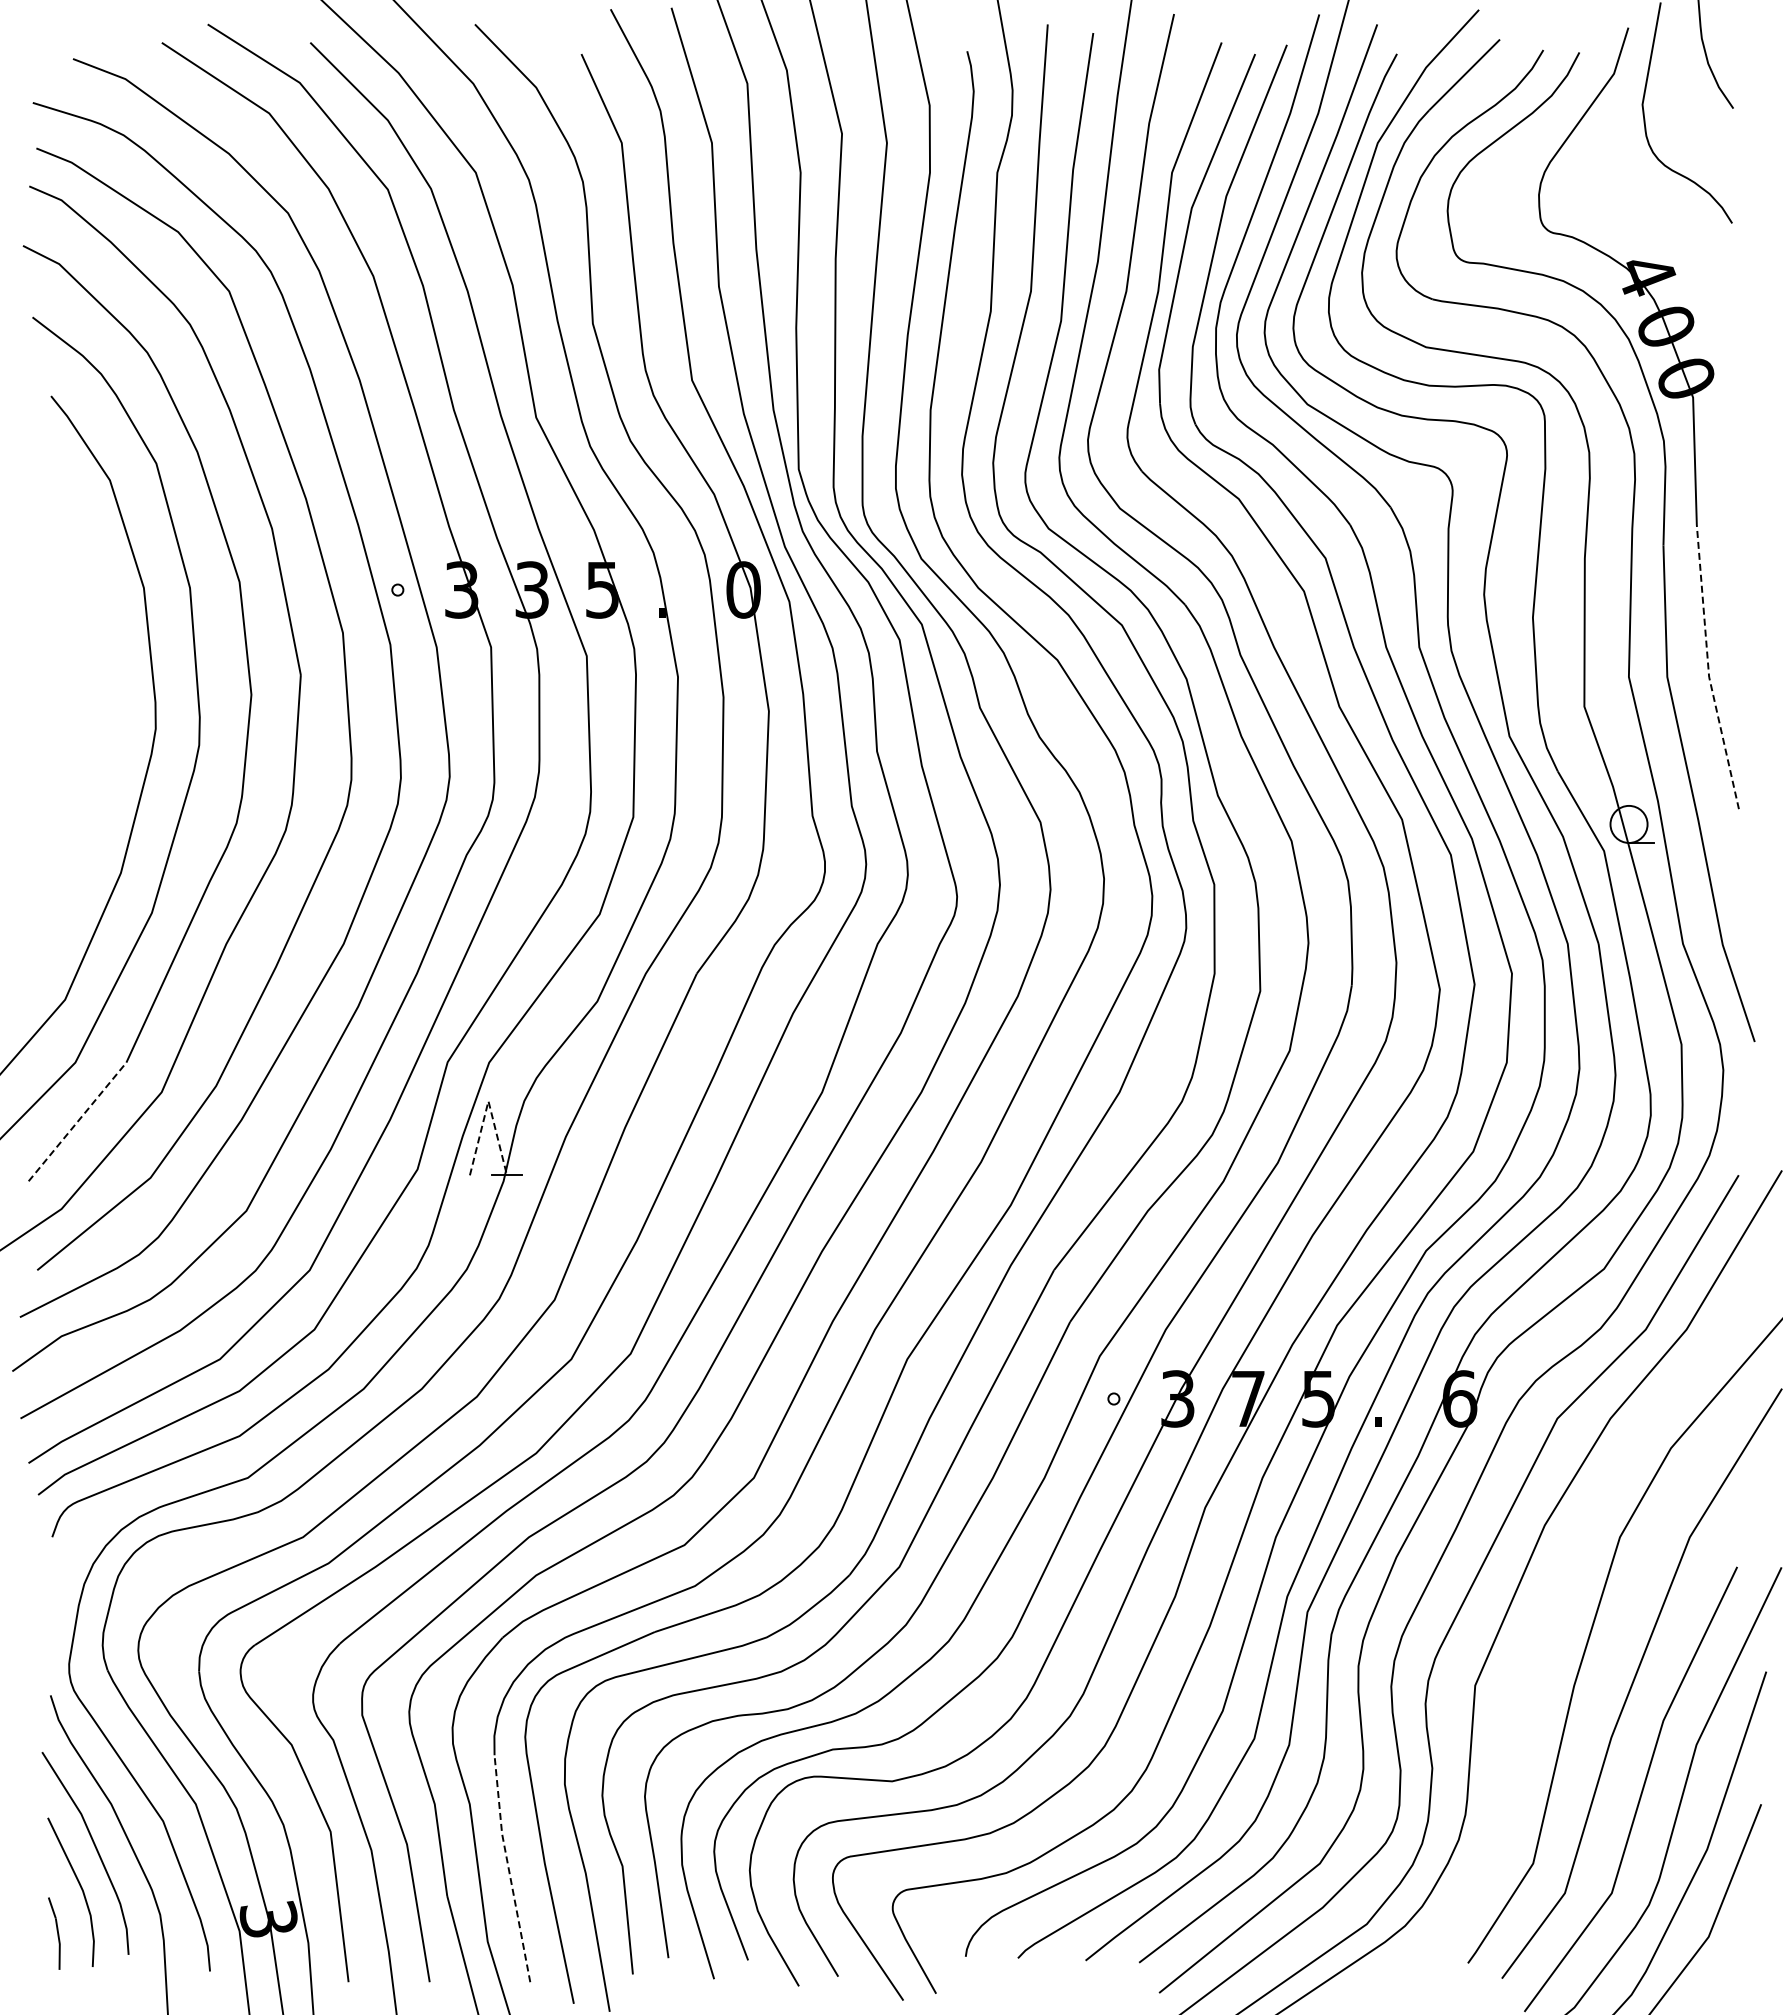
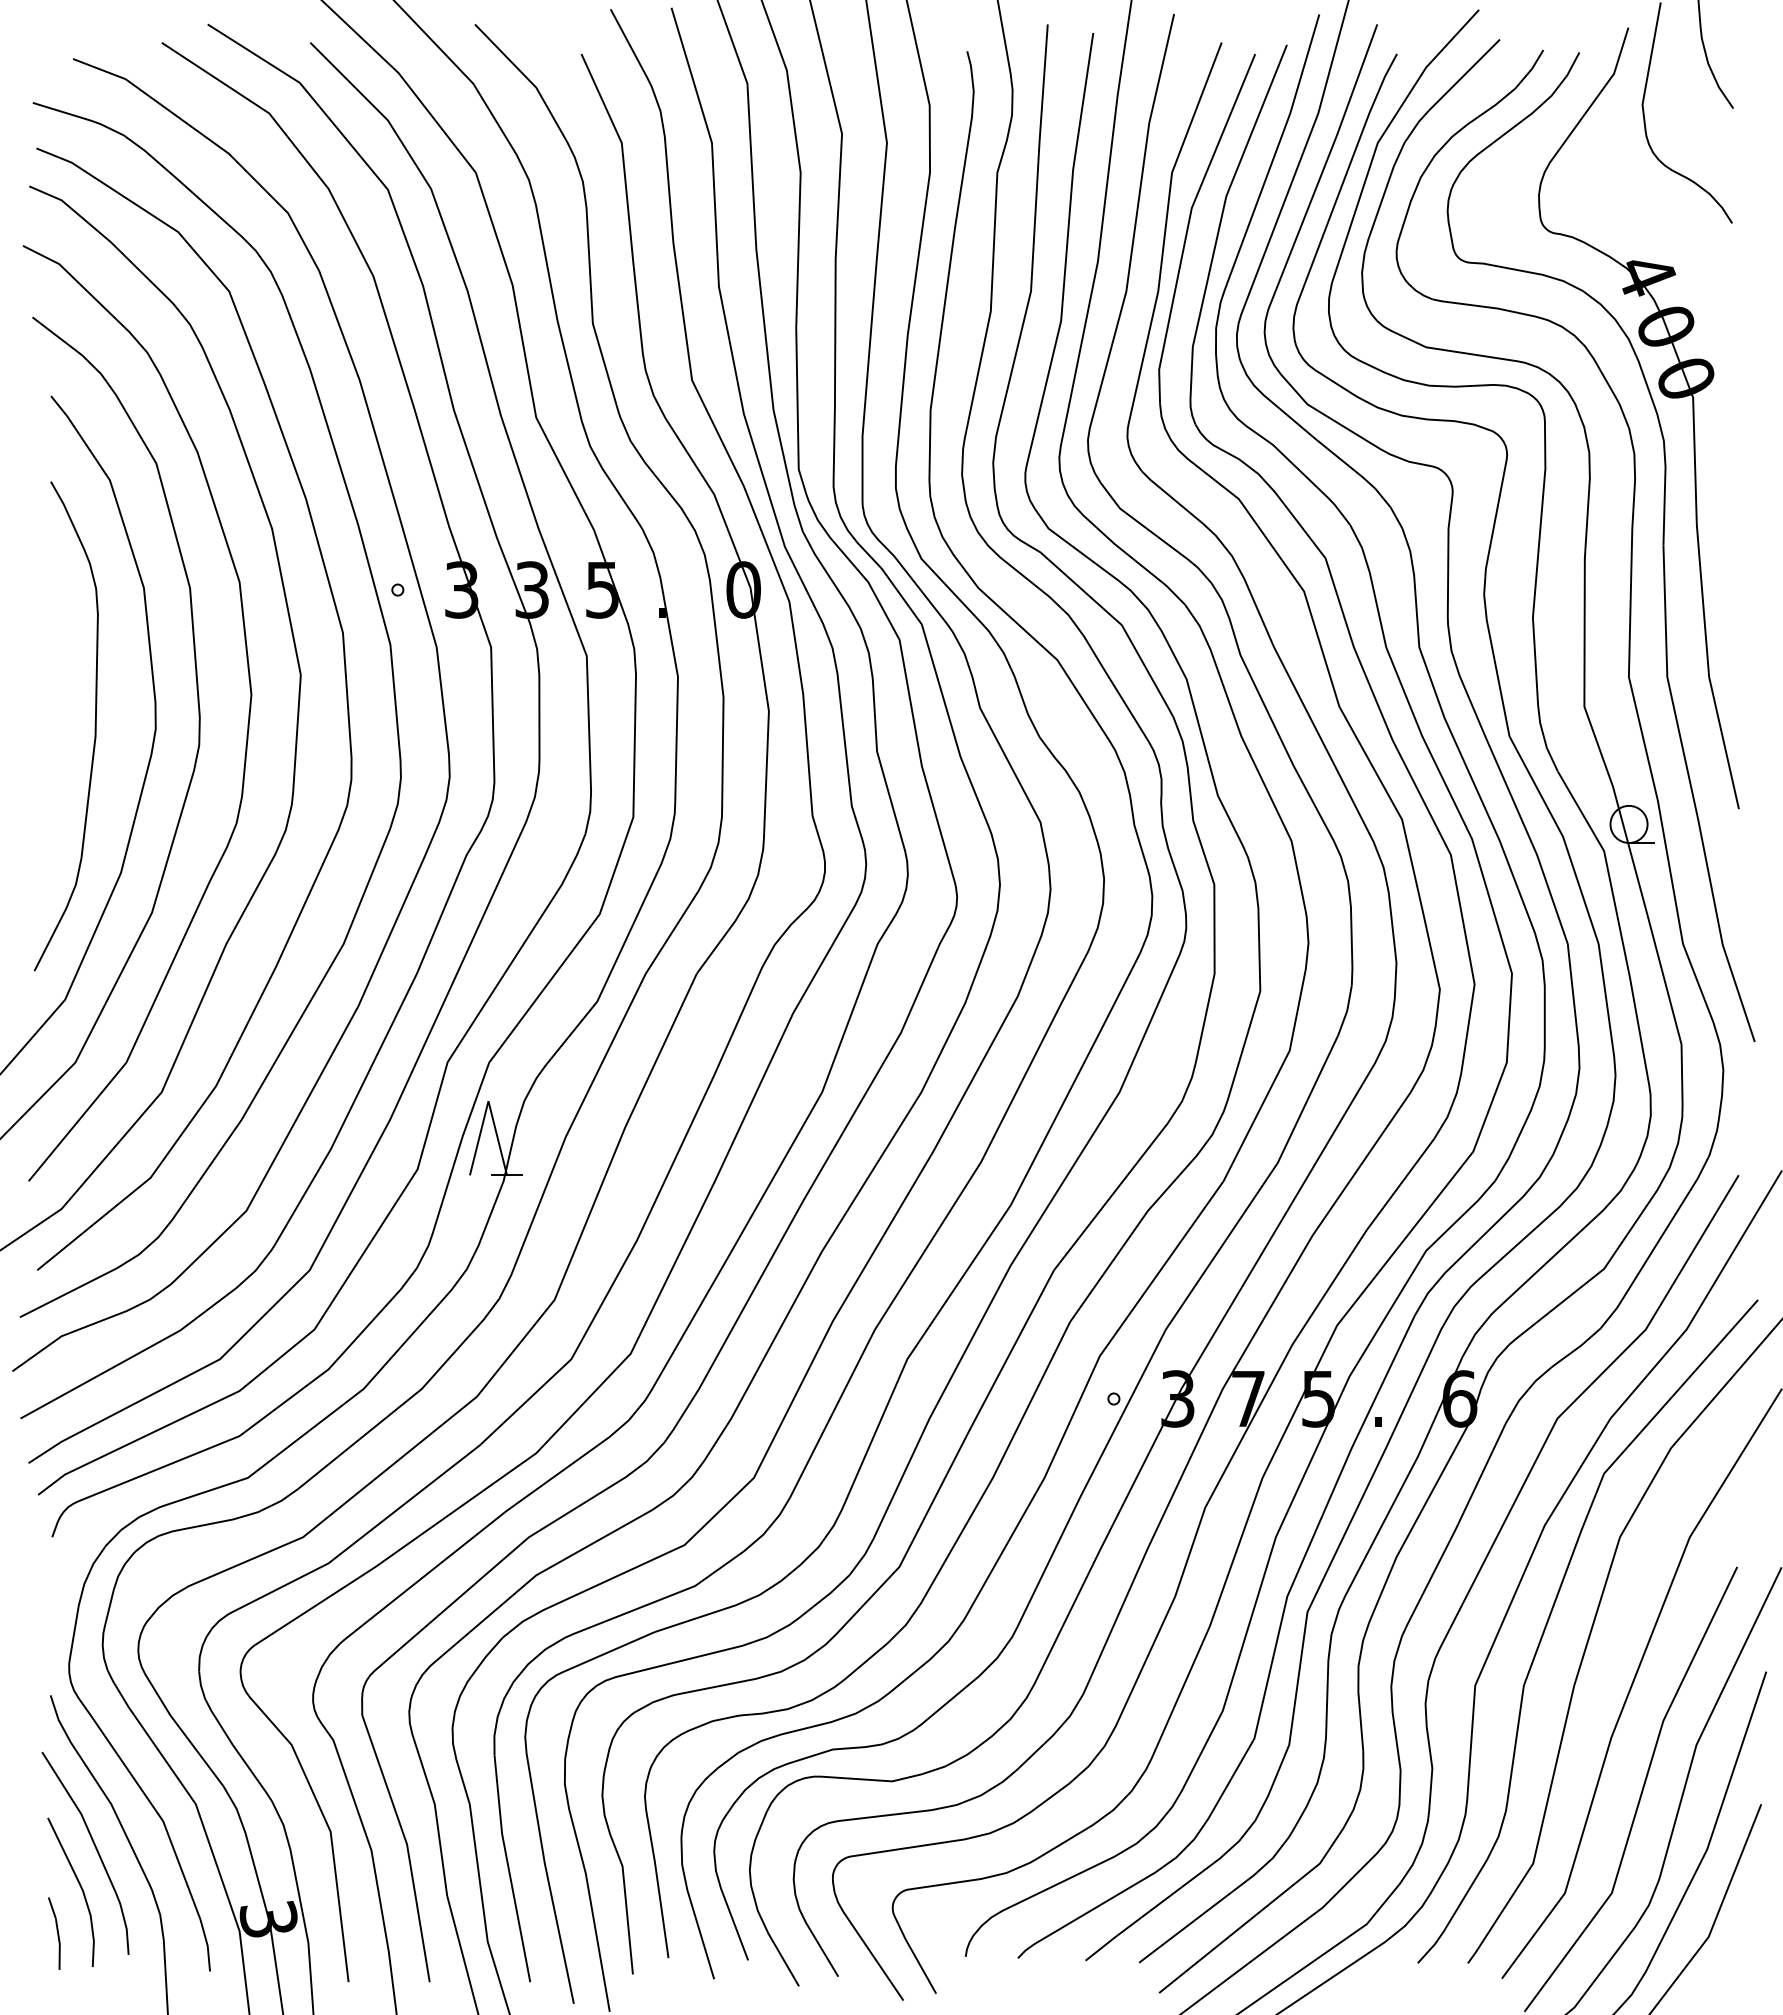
line at (1708, 669): dashed -> solid
curve at (94, 726): none -> present
line at (488, 1101): dashed -> solid
line at (77, 1121): dashed -> solid
curve at (1550, 1617): none -> present
line at (508, 1868): dashed -> solid
